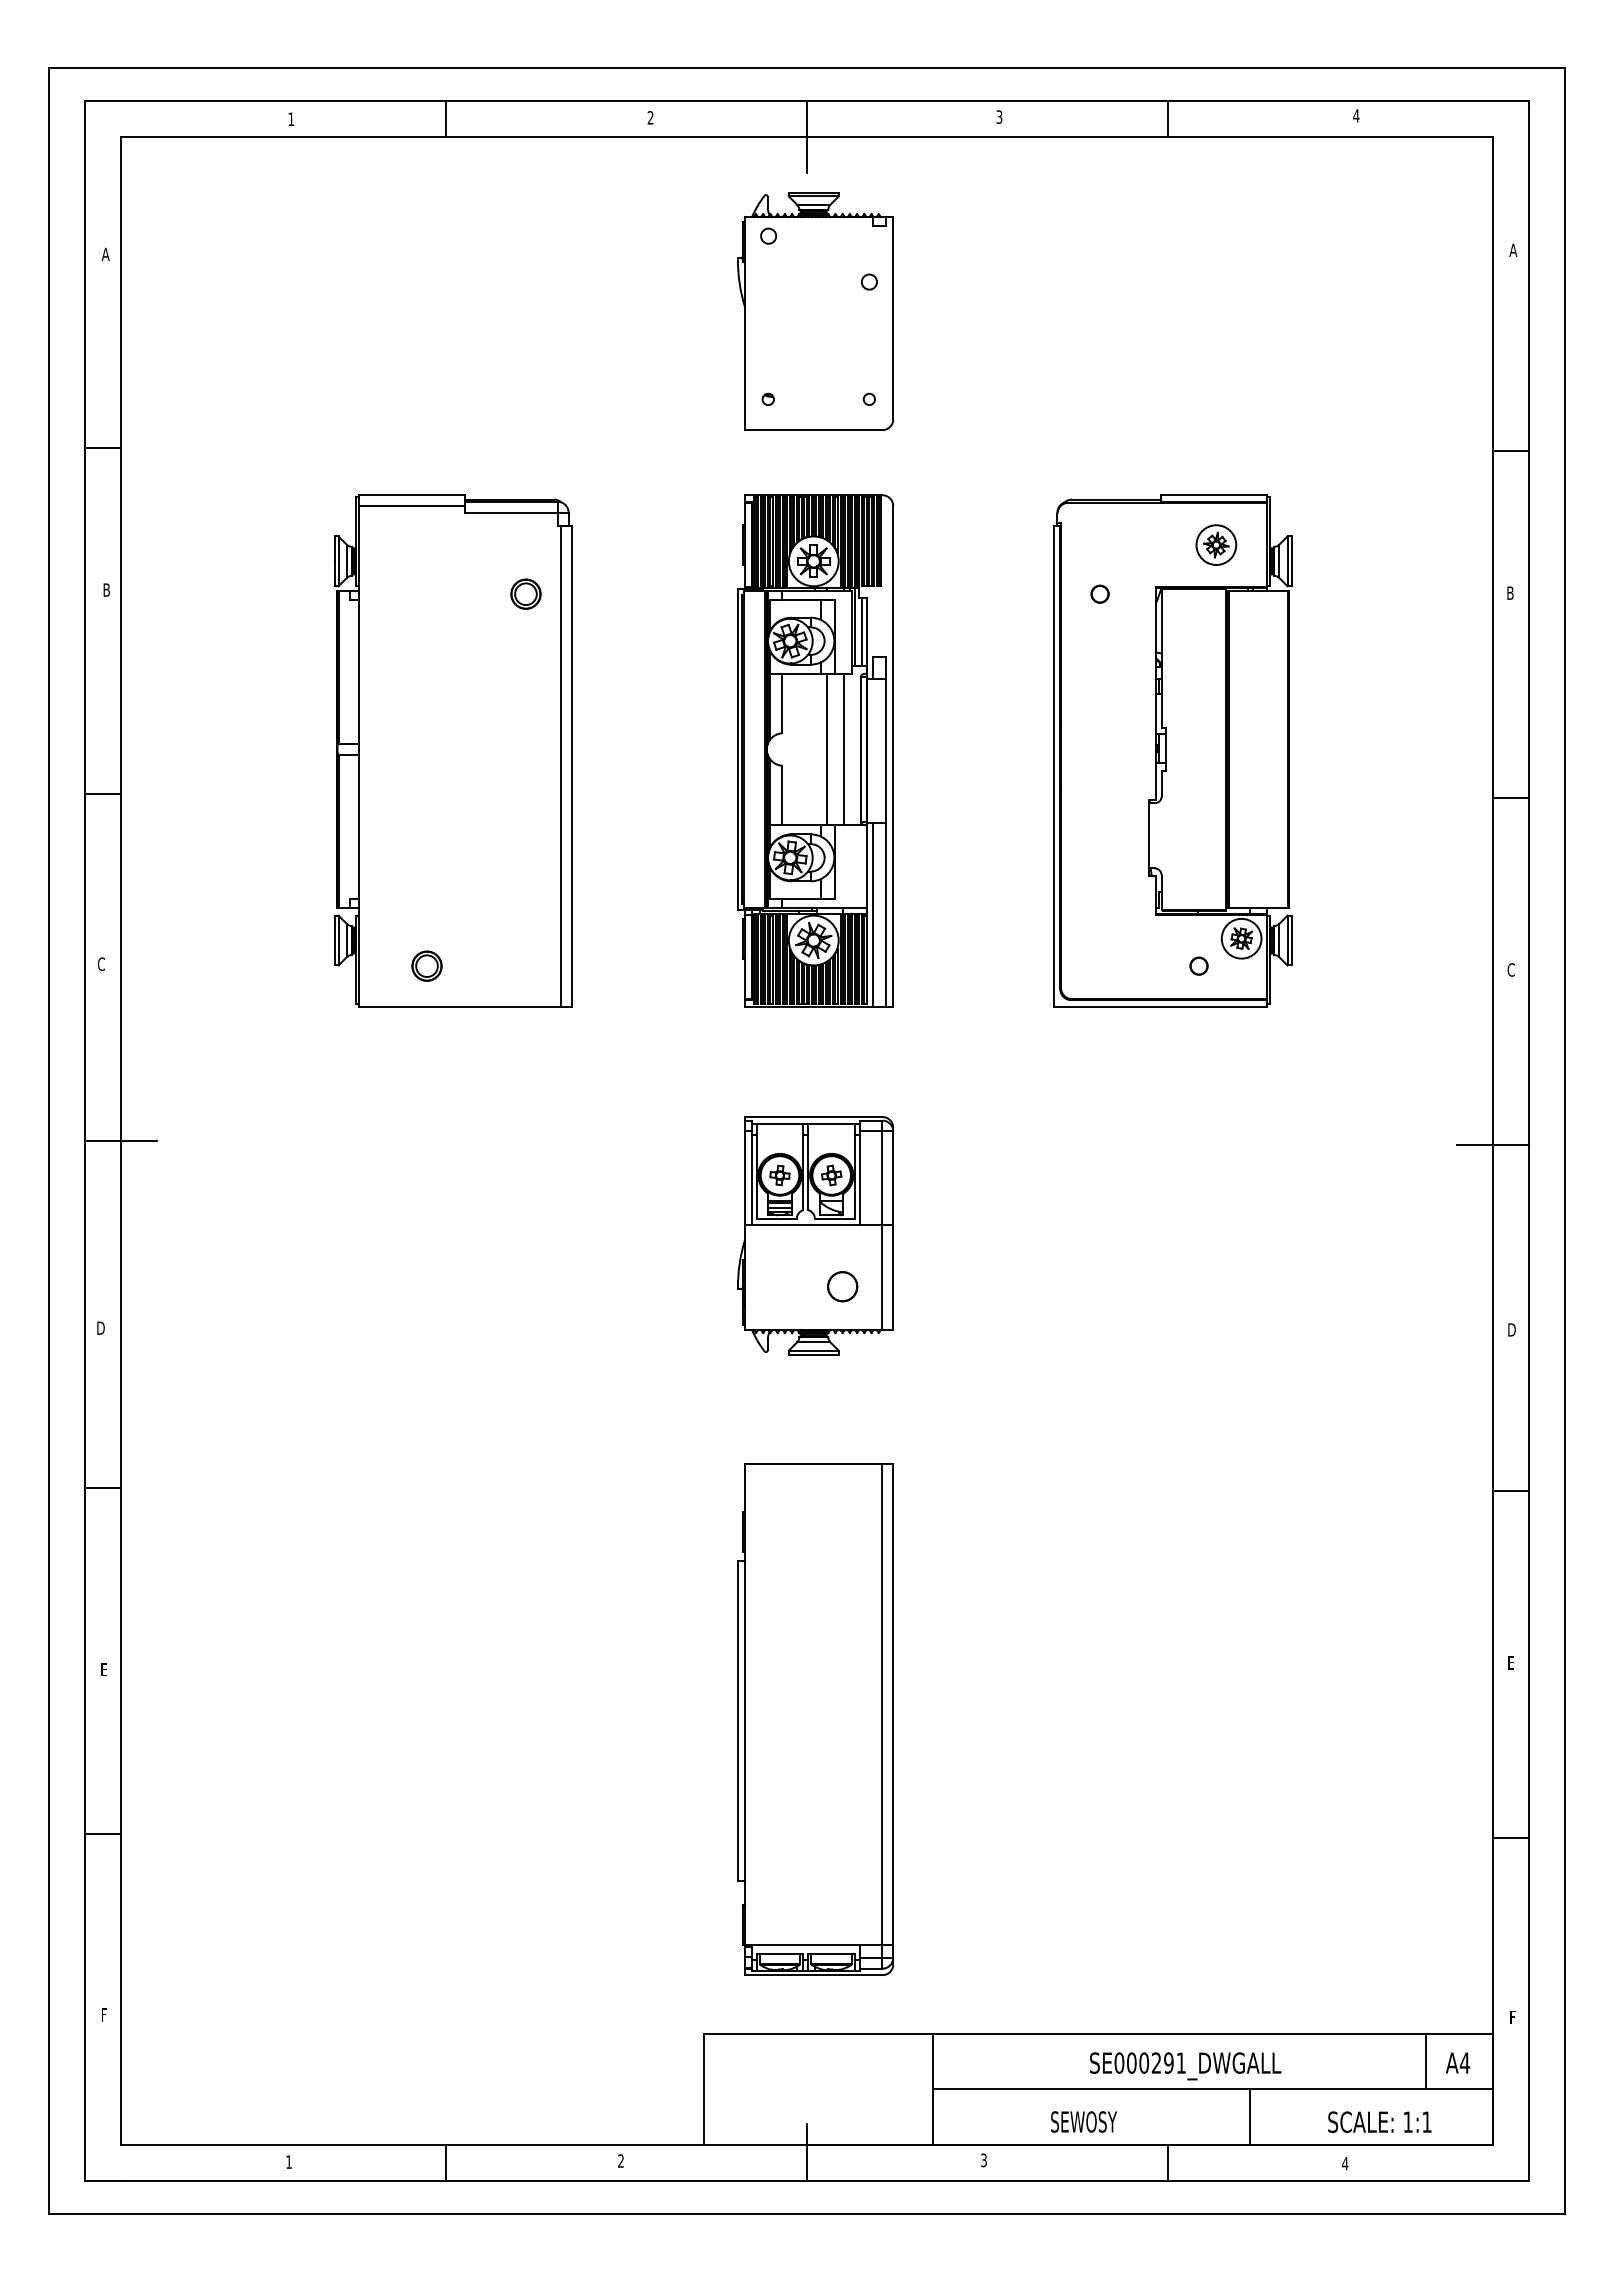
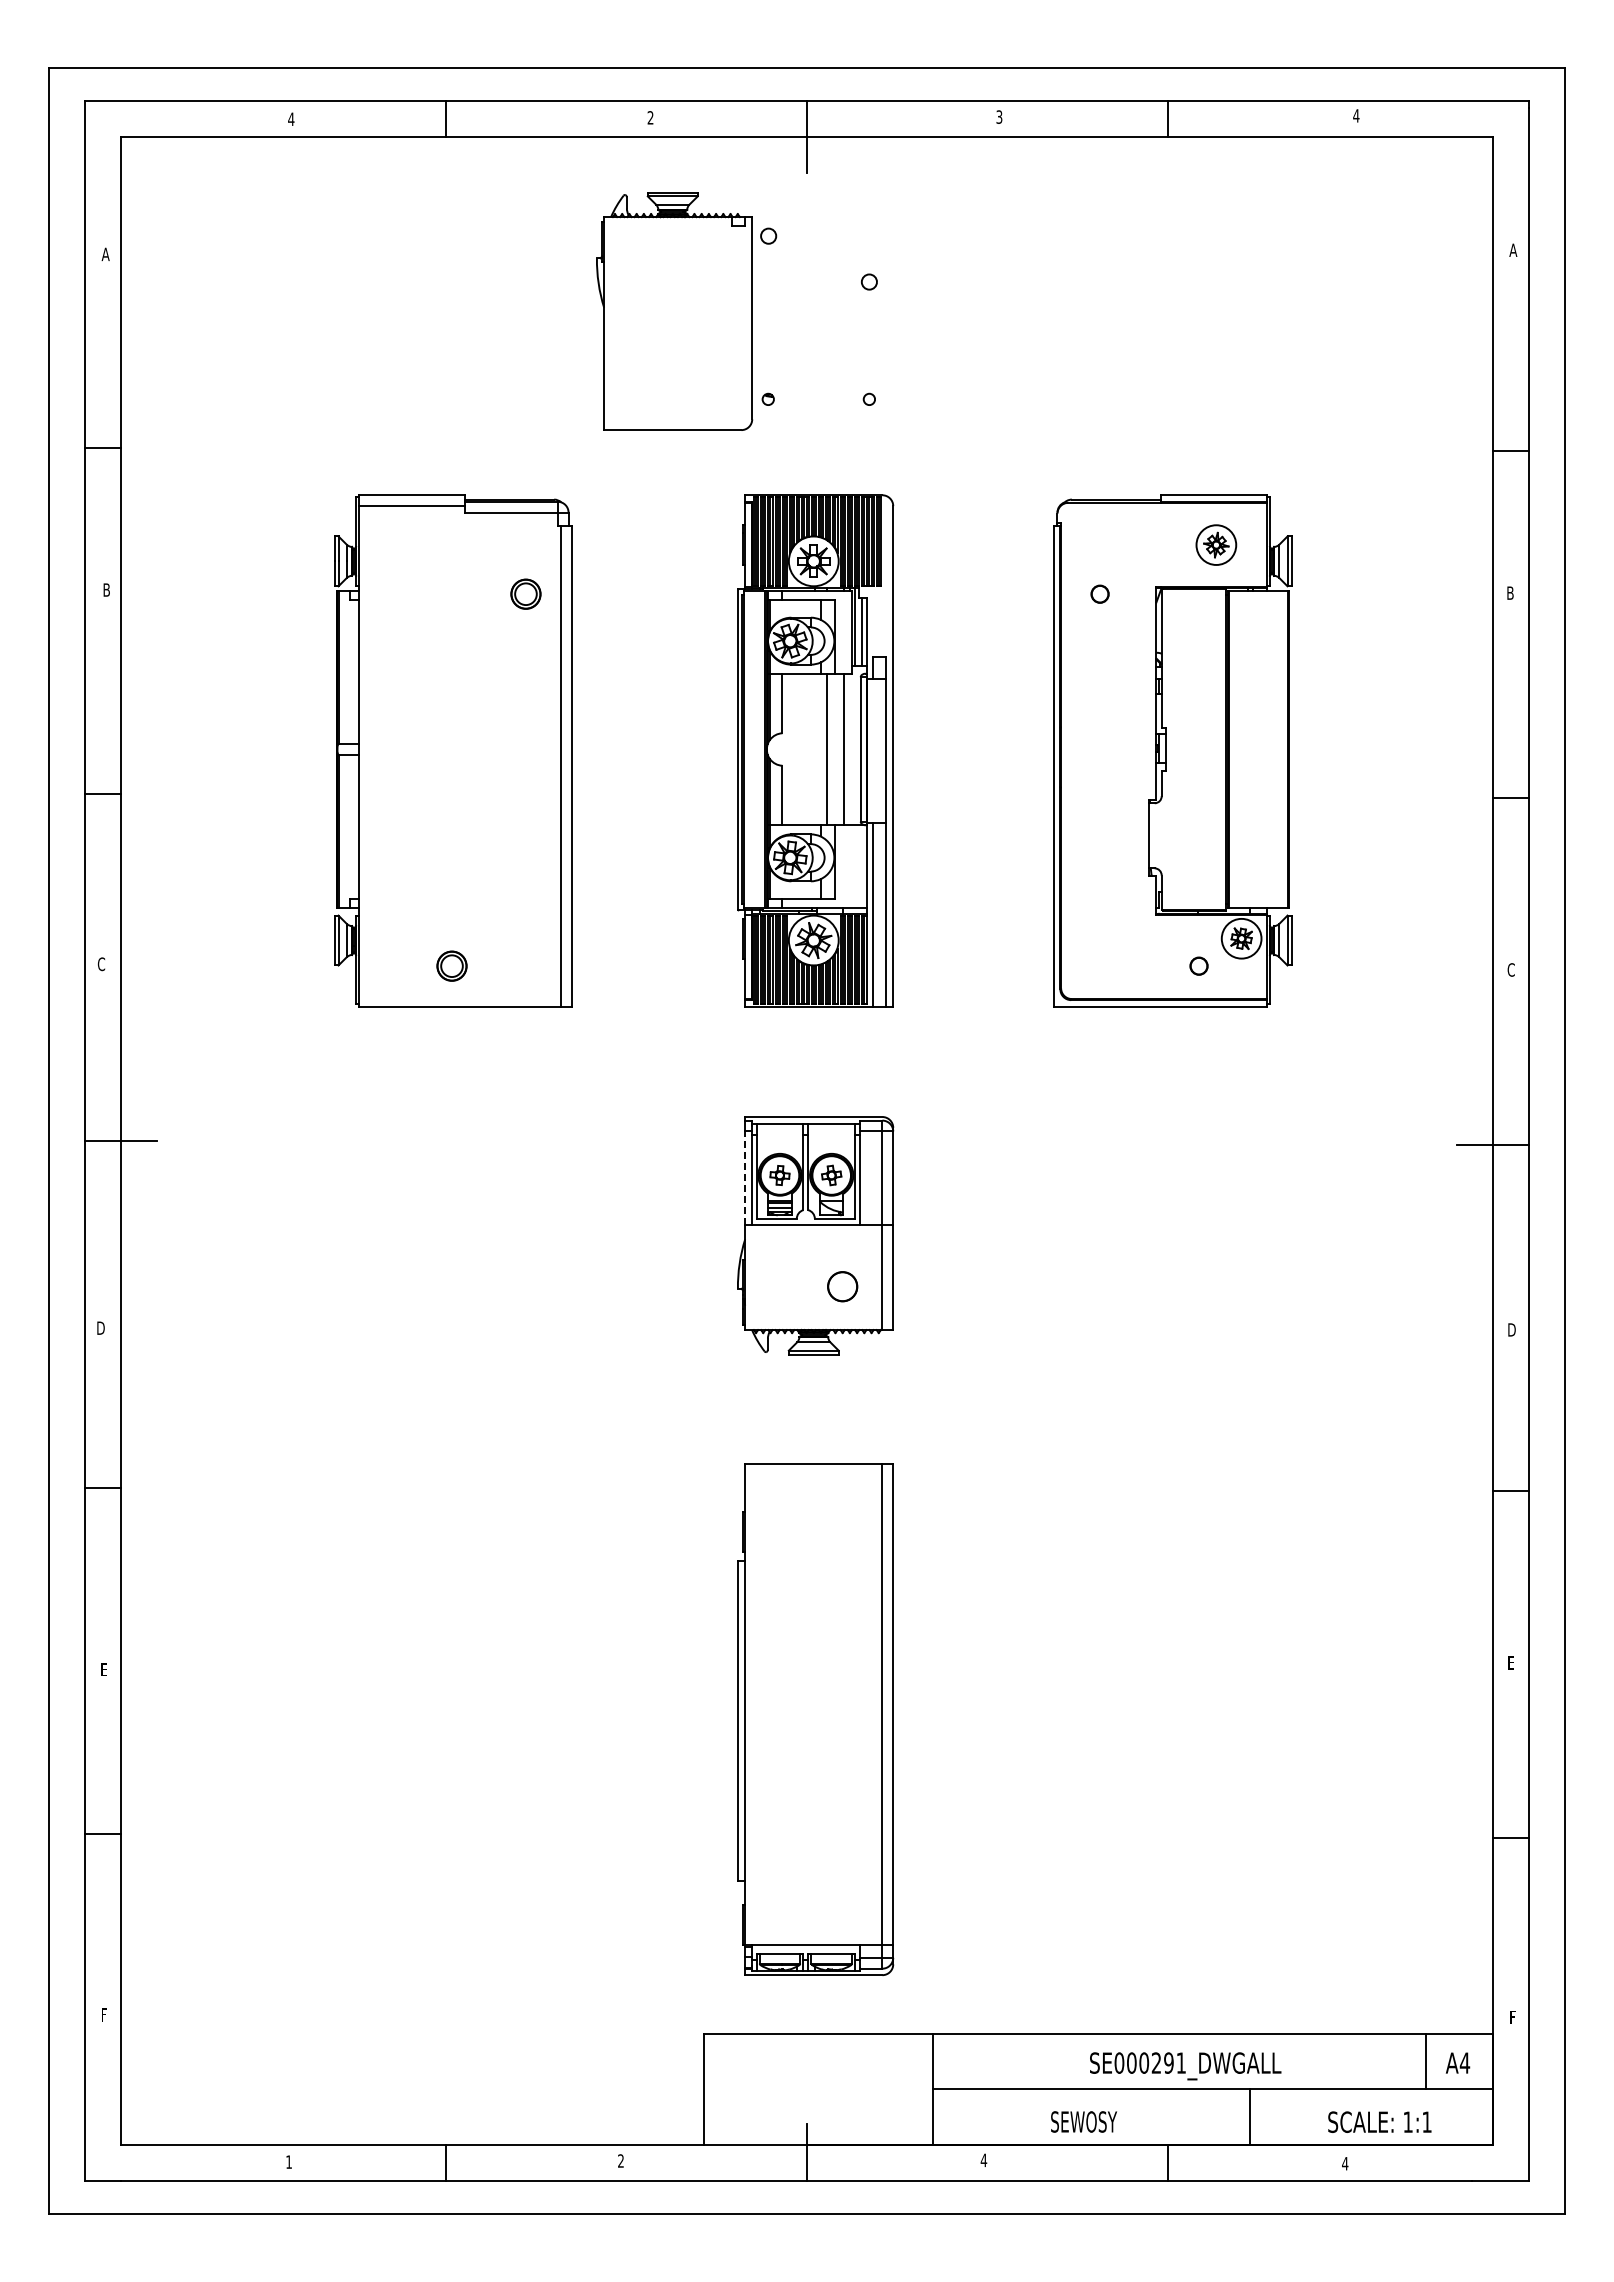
text at (291, 118): 1 -> 4
part at (815, 311) position: (815, 311) -> (674, 311)
part at (426, 965) position: (426, 965) -> (451, 965)
line at (745, 1178): solid -> dashed
text at (983, 2160): 3 -> 4
